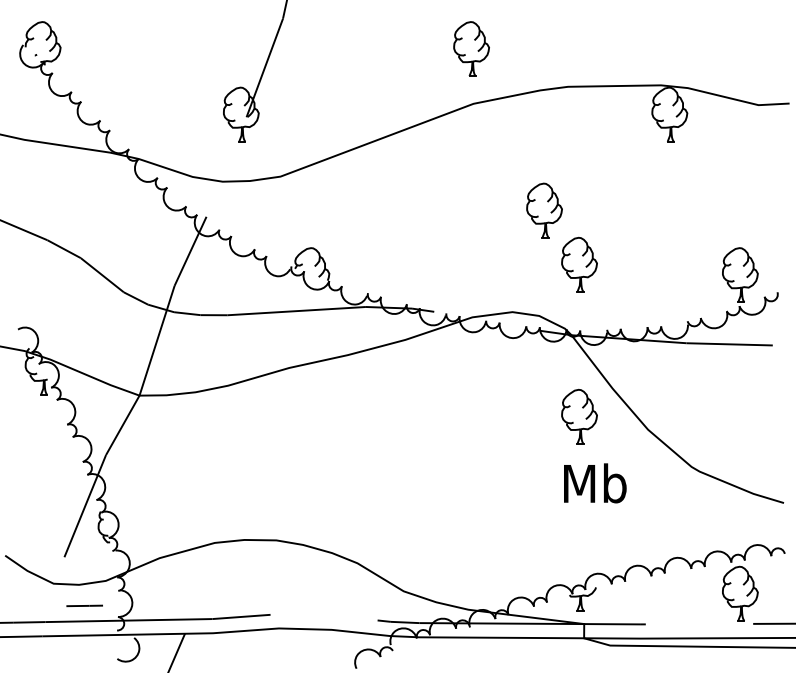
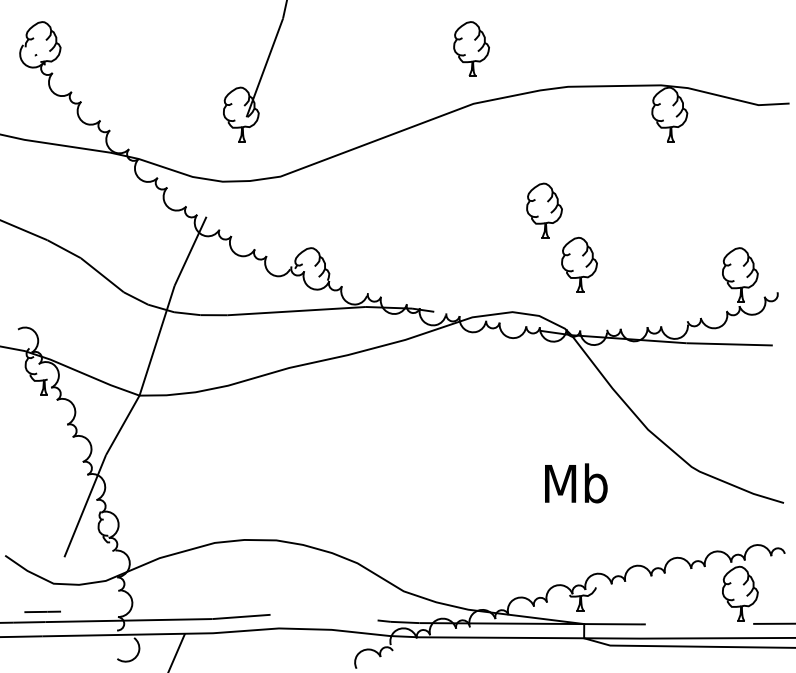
part at (579, 416): present -> none
text at (595, 483) position: (595, 483) -> (576, 483)
line at (84, 605) position: (84, 605) -> (42, 611)
